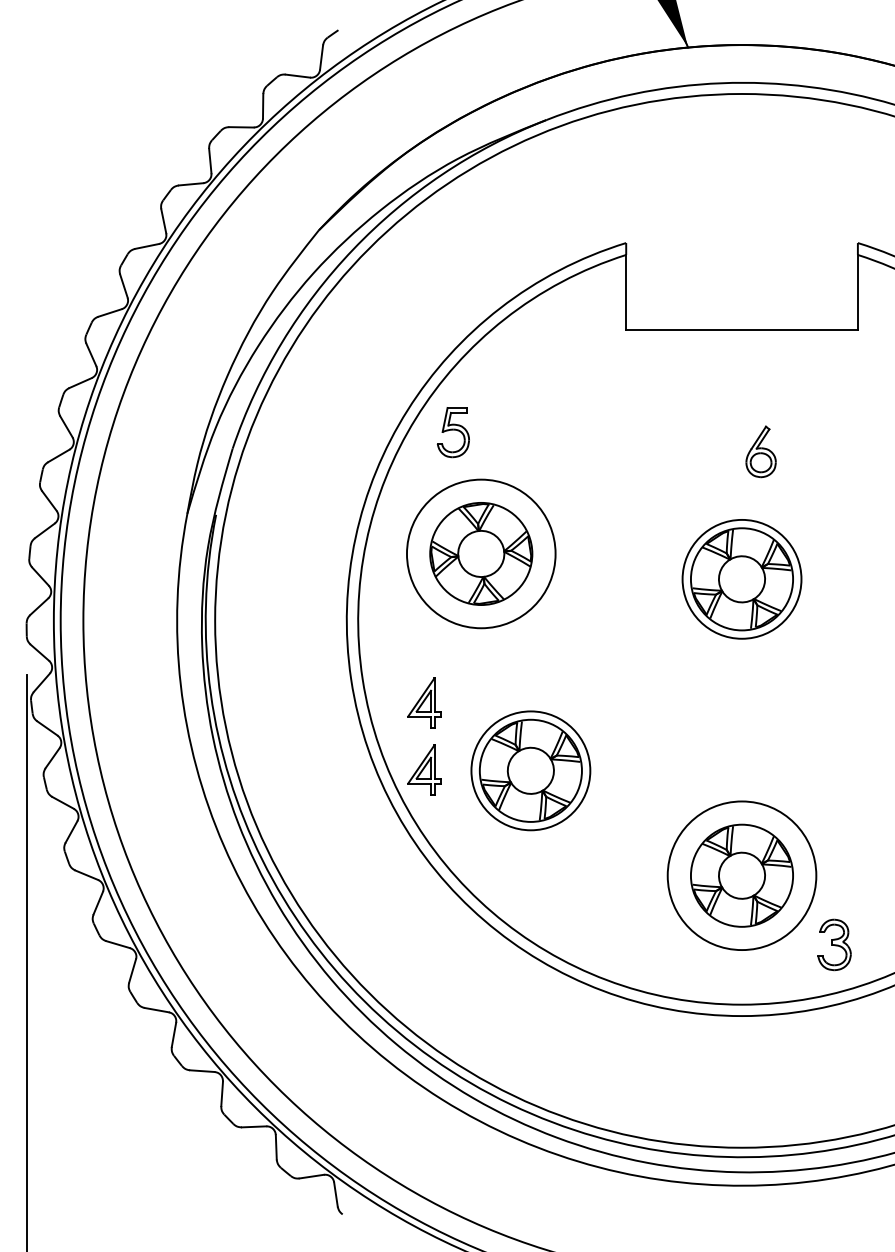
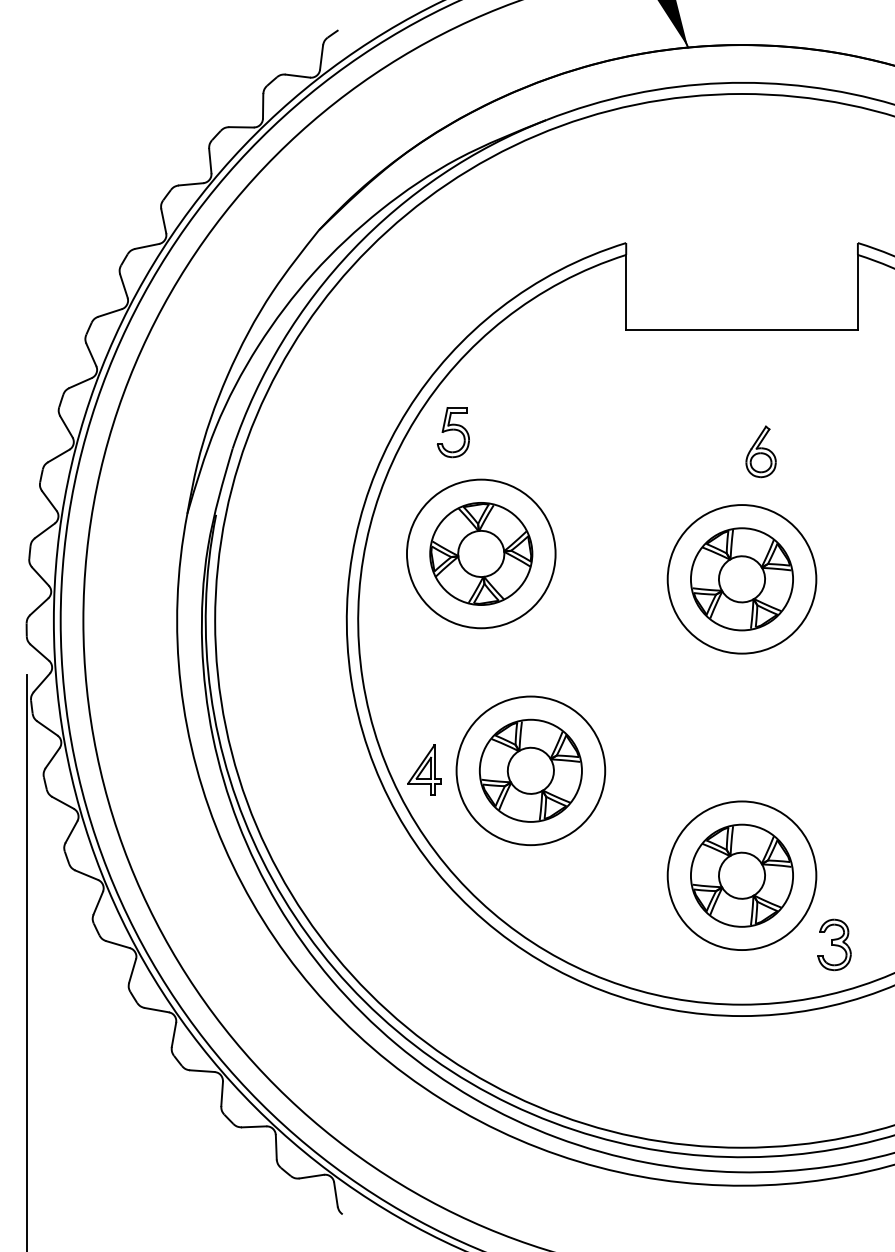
circle at (741, 578) diameter: 119 px -> 149 px
part at (424, 702): present -> none
circle at (530, 770) diameter: 119 px -> 149 px
